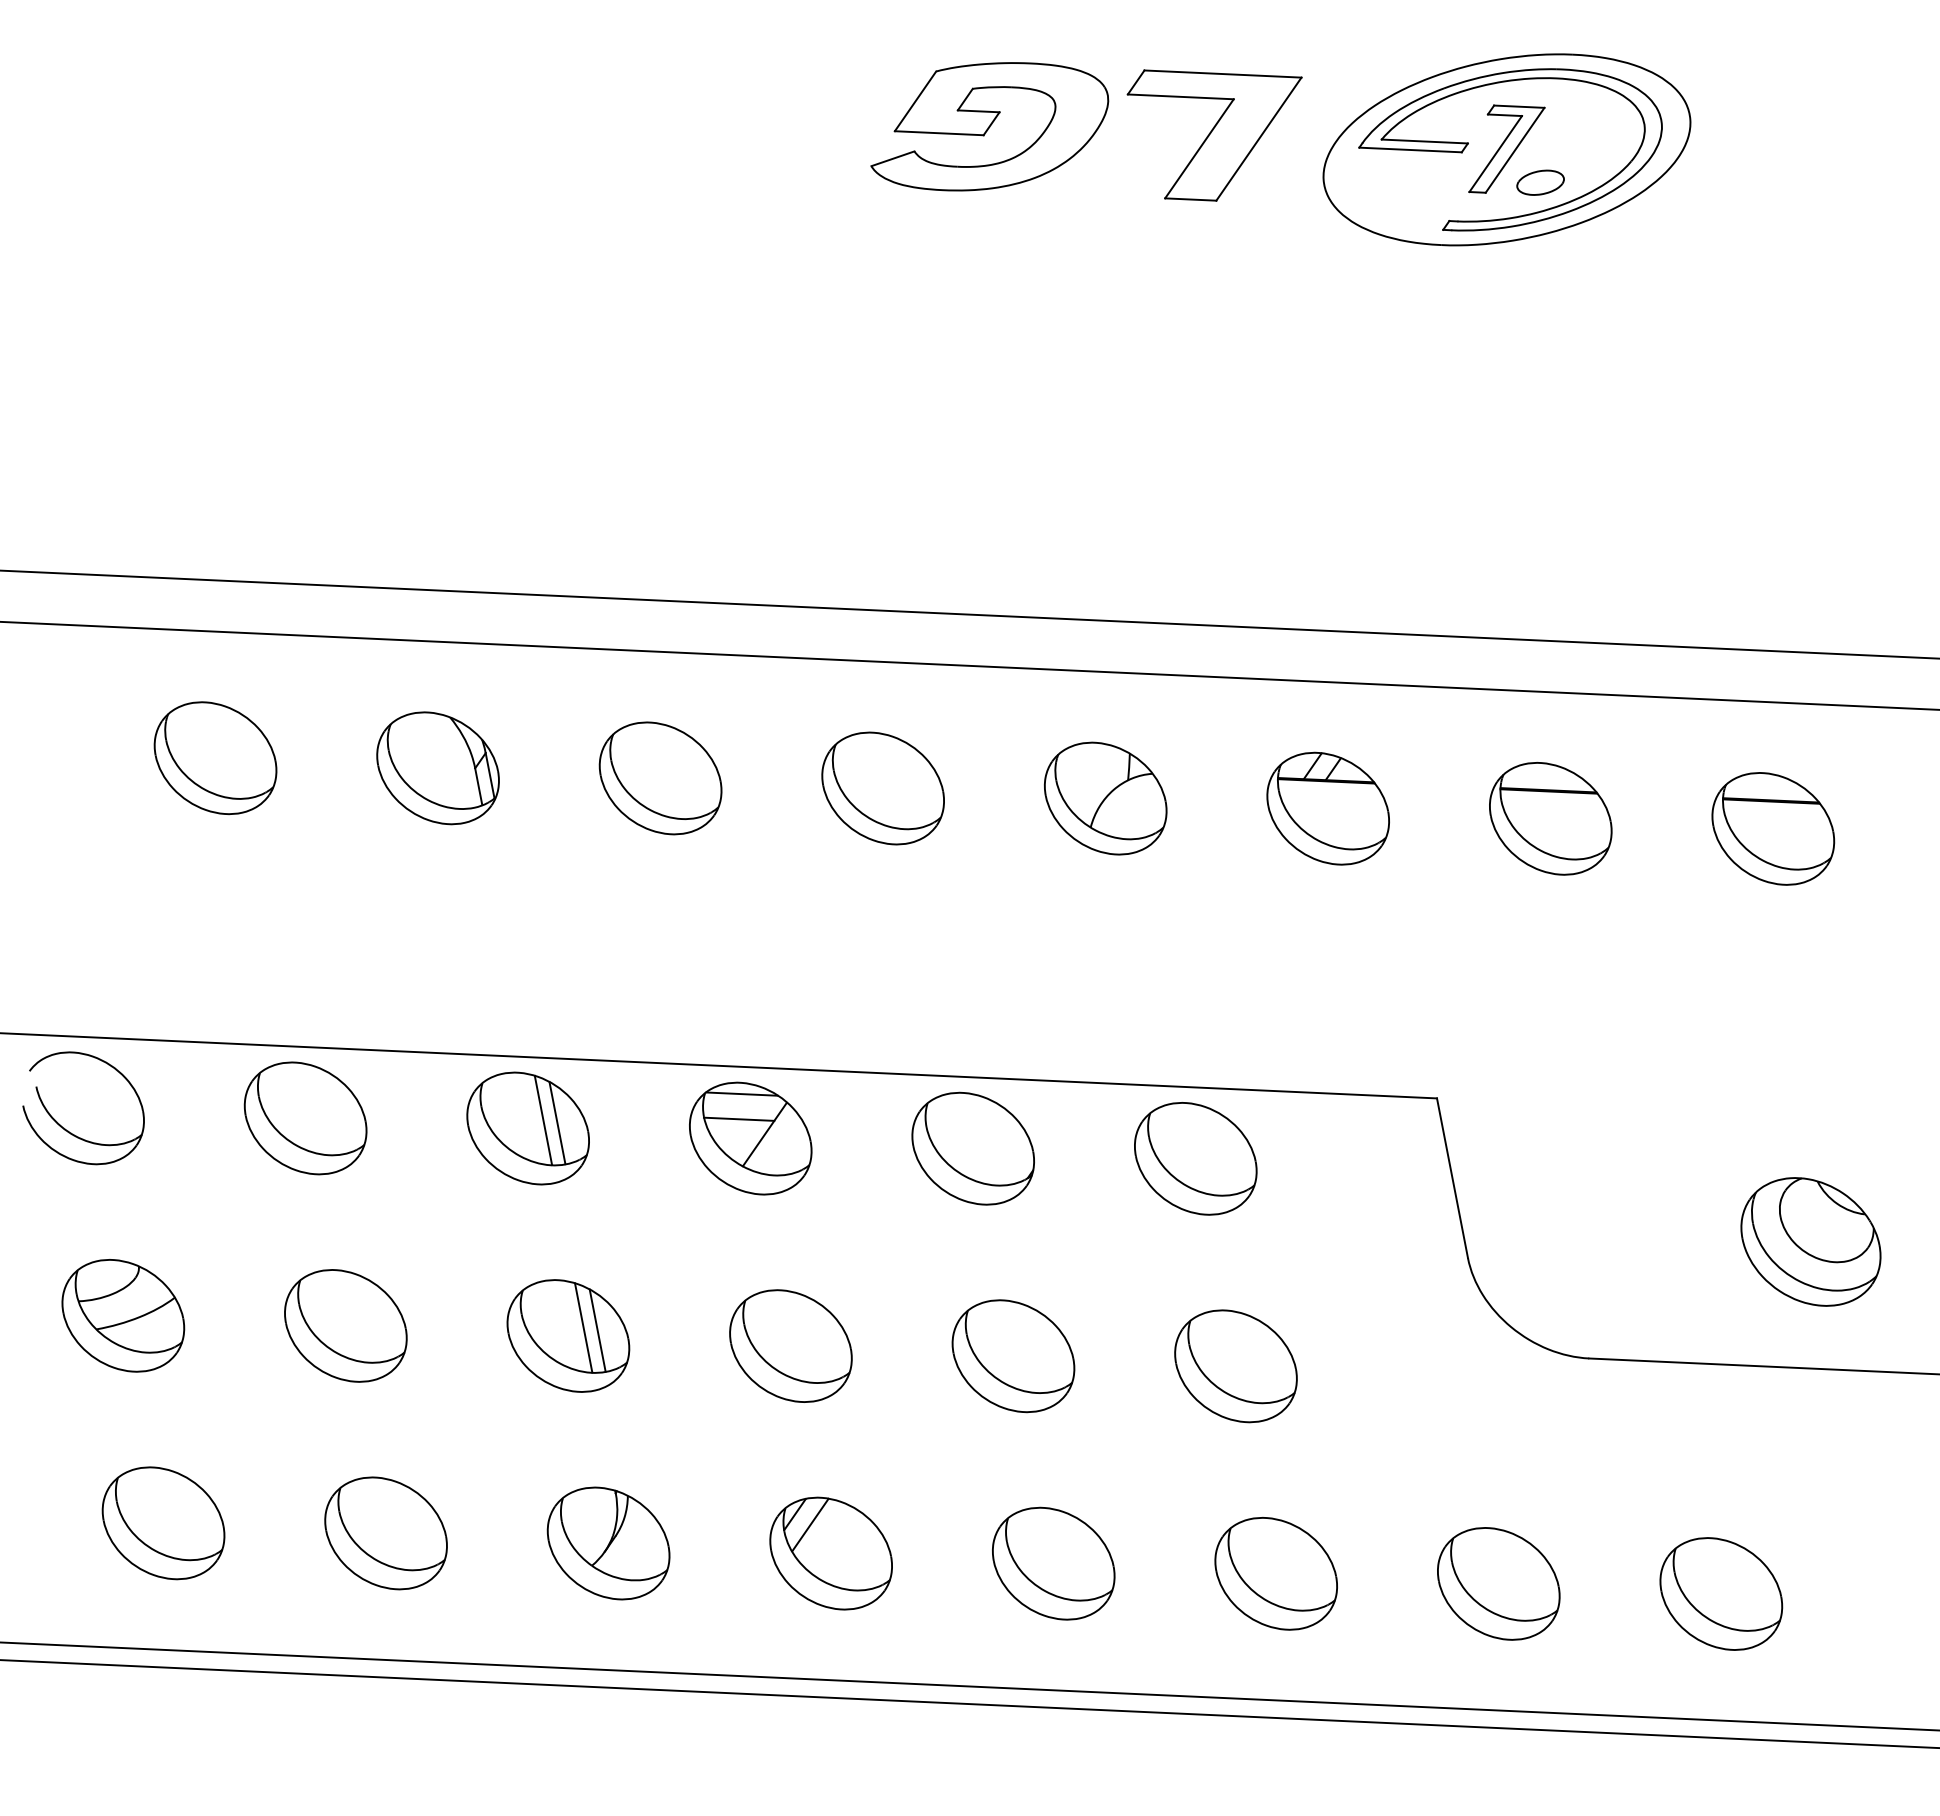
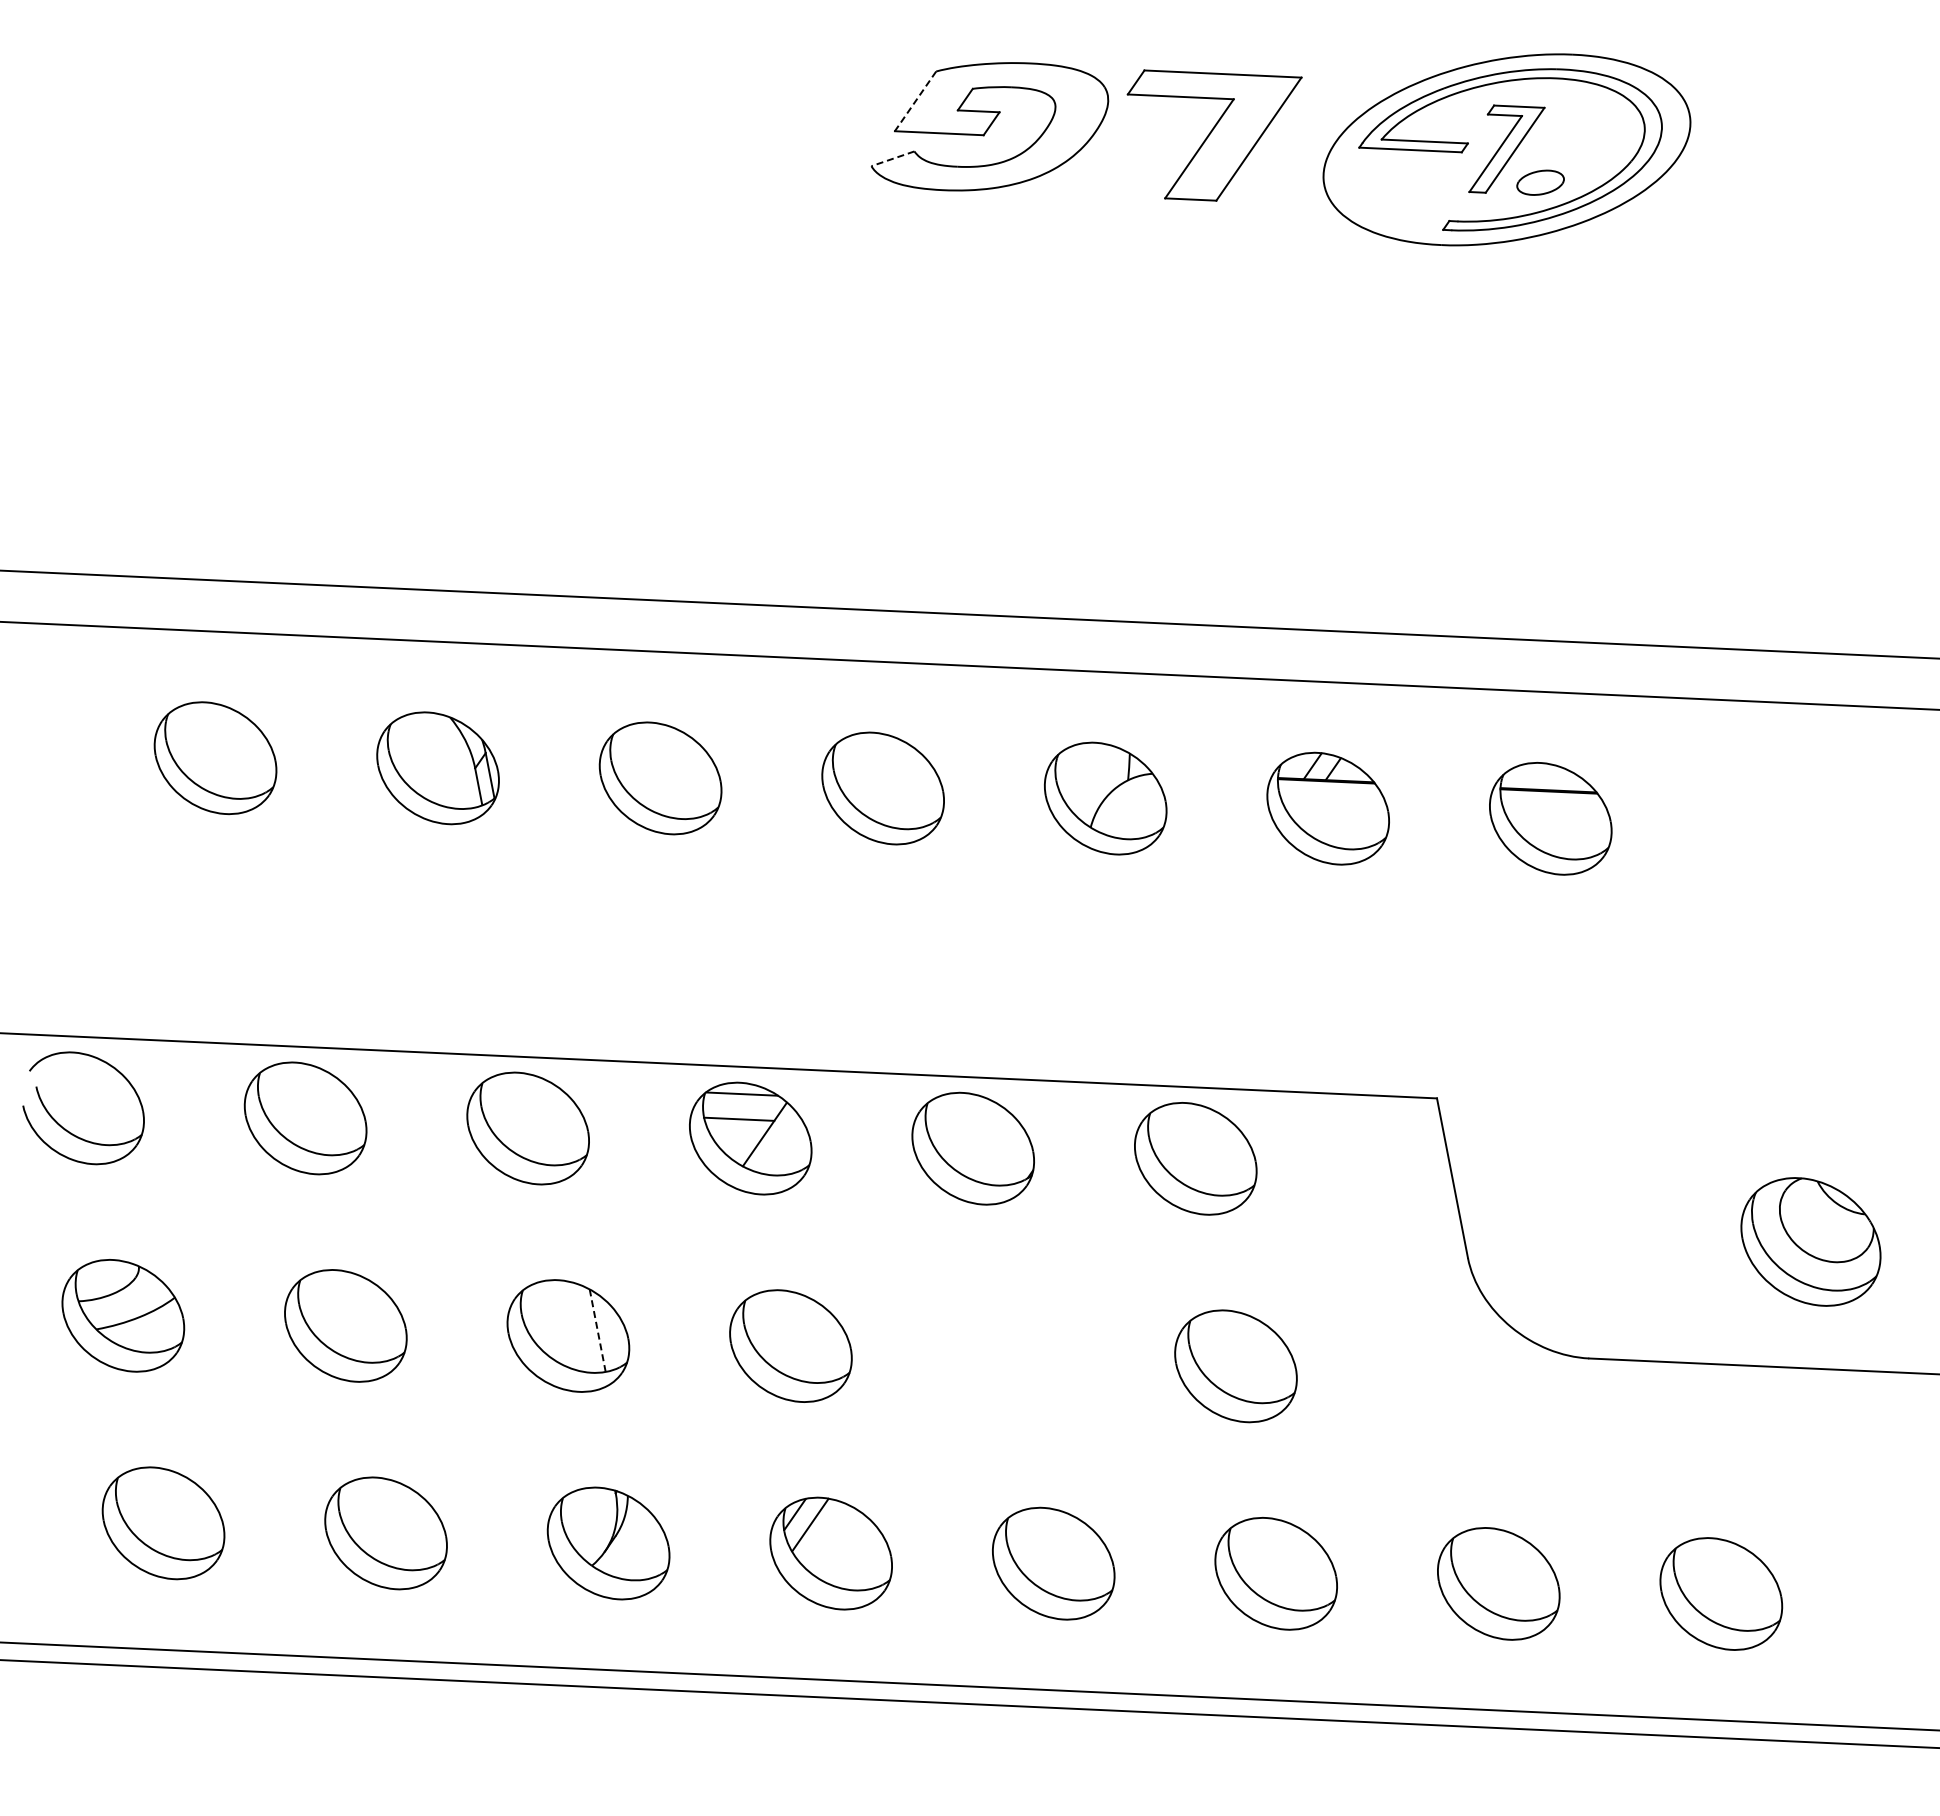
line at (915, 101): solid -> dashed
line at (892, 158): solid -> dashed
part at (1773, 828): present -> none
line at (543, 1120): present -> none
line at (557, 1122): present -> none
line at (583, 1327): present -> none
line at (597, 1330): solid -> dashed
part at (1013, 1356): present -> none
